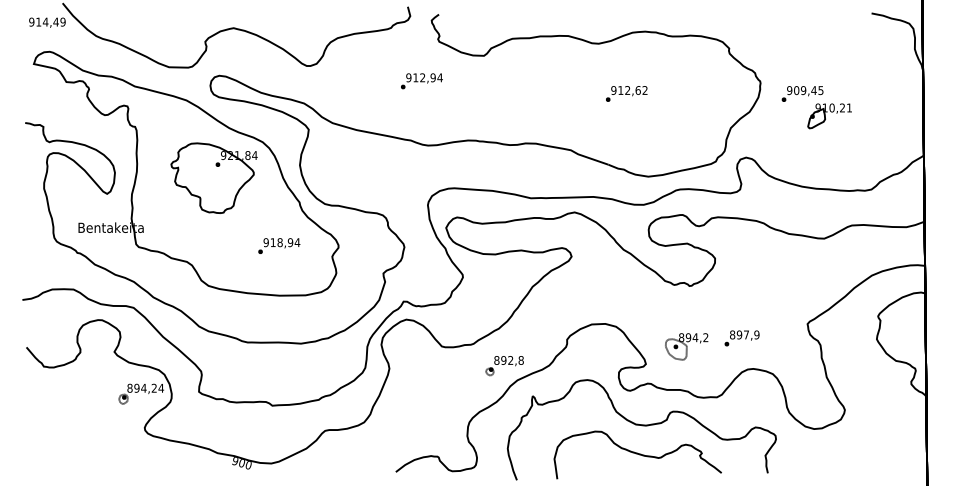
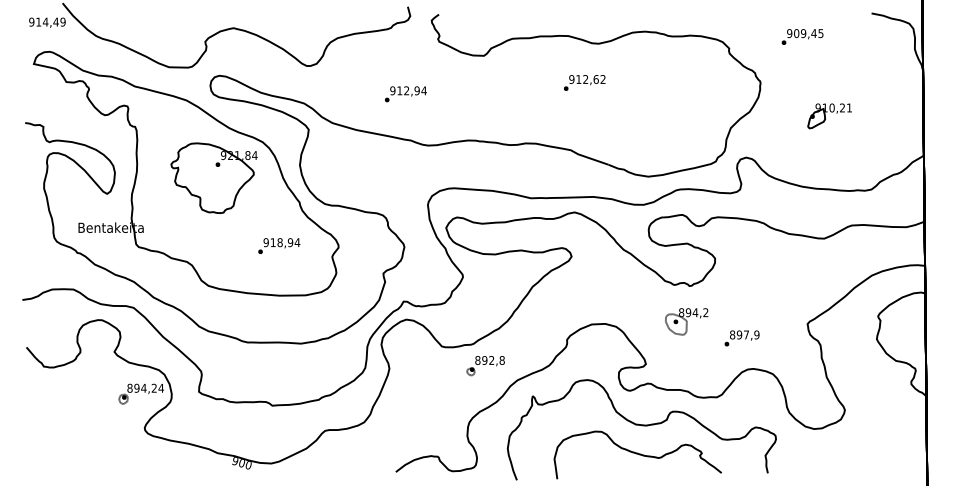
text at (421, 81) position: (421, 81) -> (405, 94)
text at (626, 93) position: (626, 93) -> (584, 82)
text at (802, 93) position: (802, 93) -> (802, 36)
part at (686, 346) position: (686, 346) -> (686, 321)
part at (504, 366) position: (504, 366) -> (485, 366)
